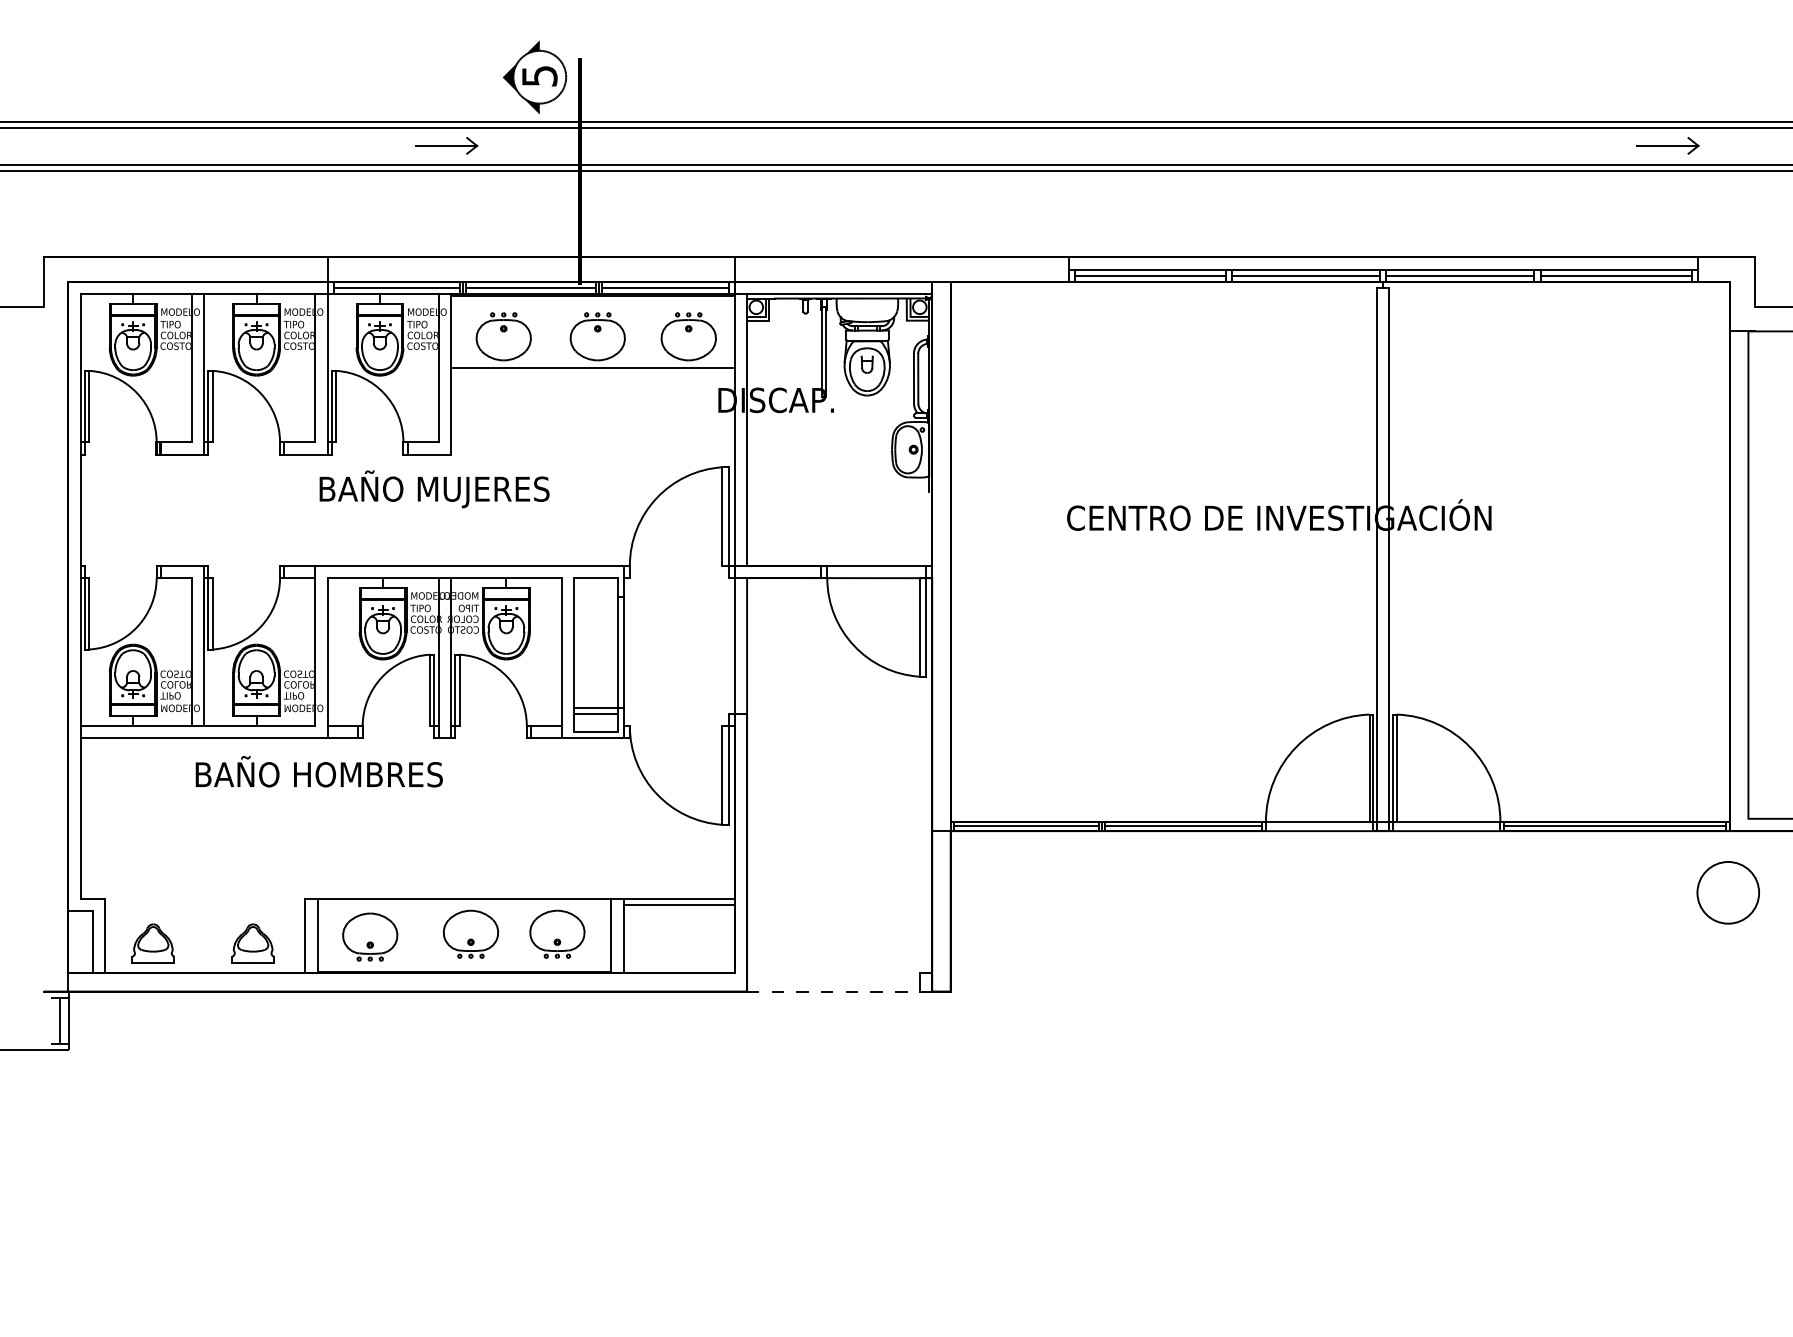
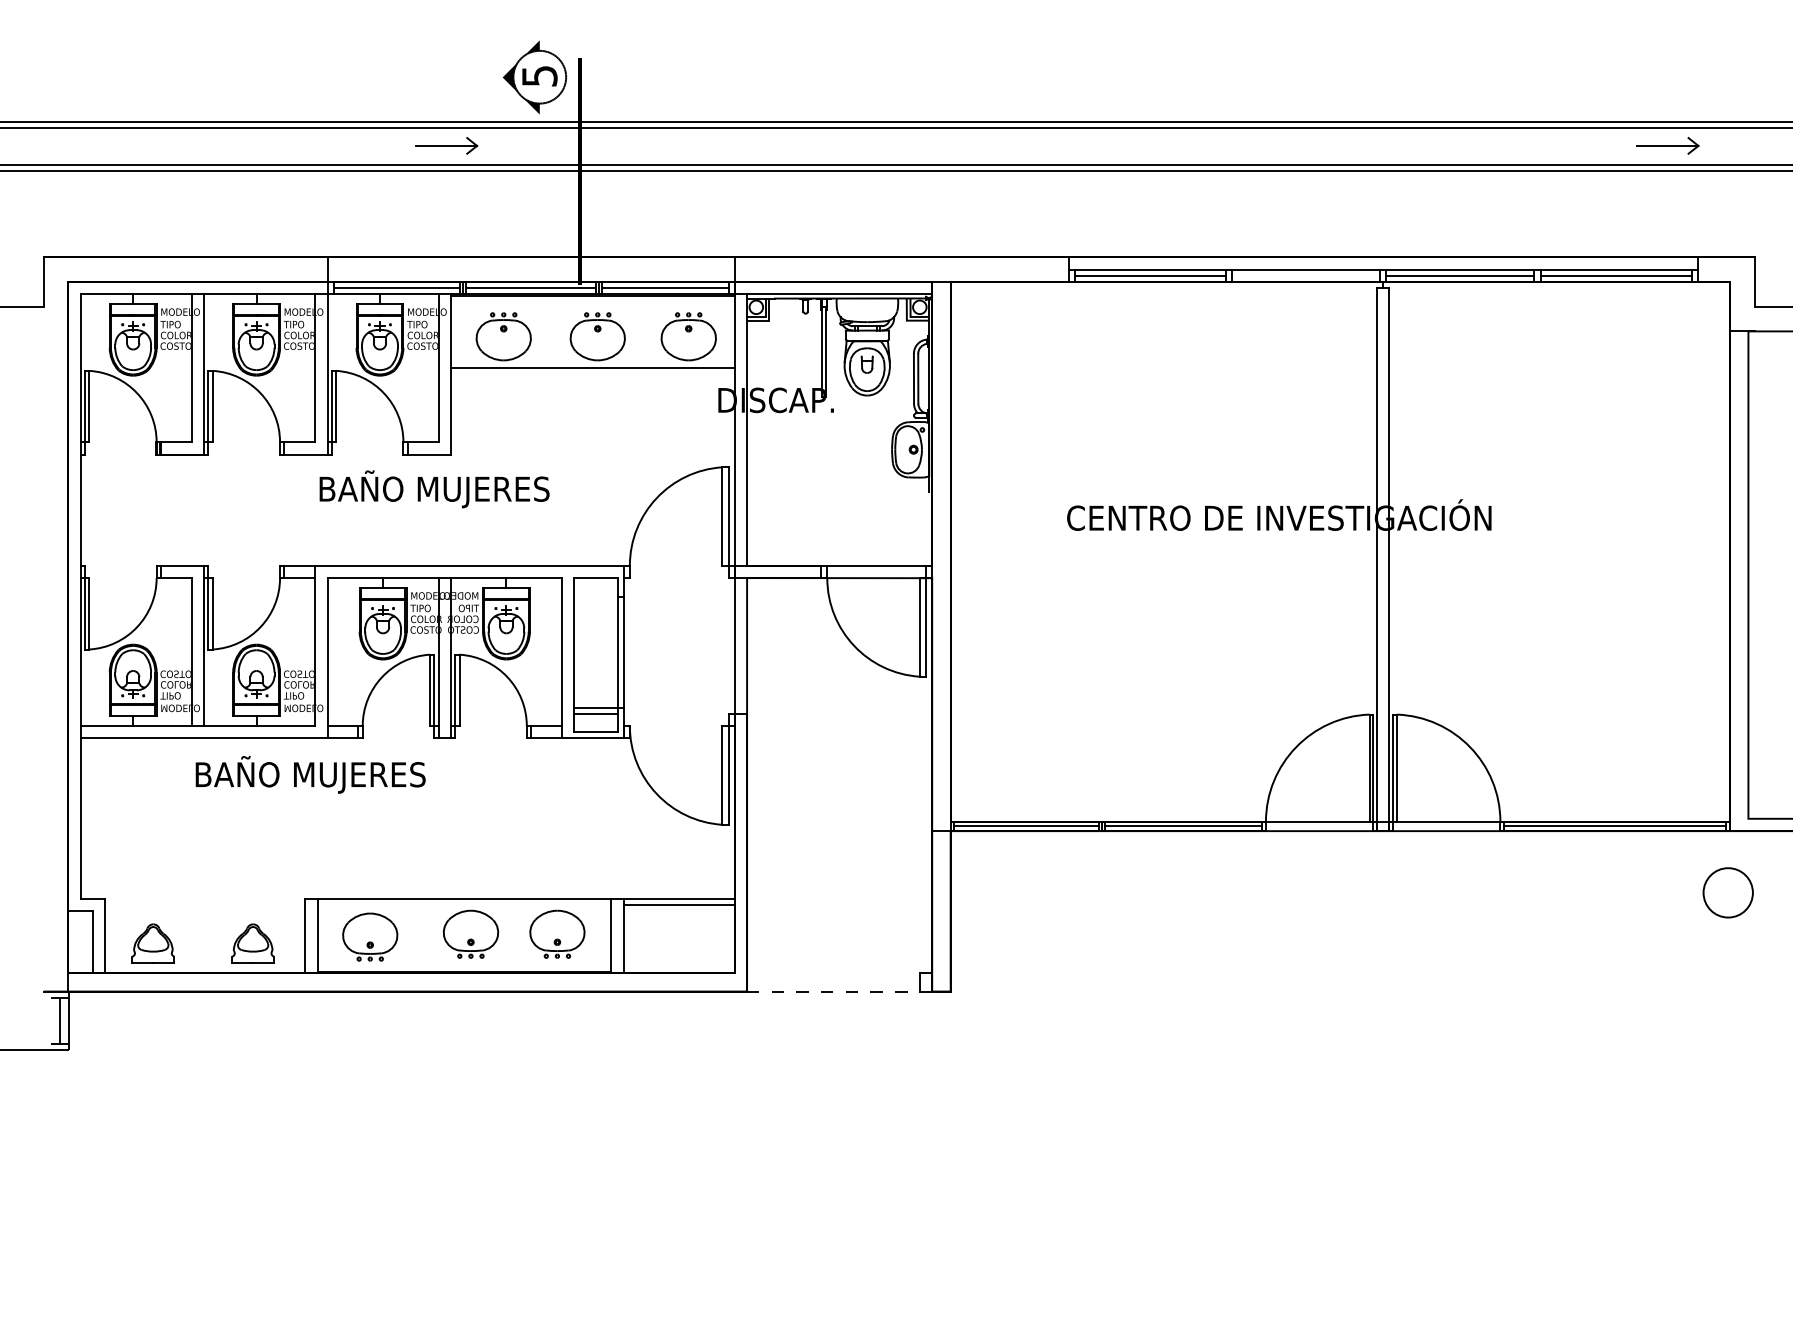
line at (1306, 275): present -> none
text at (369, 777): BAÑO HOMBRES -> BAÑO MUJERES
circle at (1727, 892) size: 64x64 px -> 52x52 px
